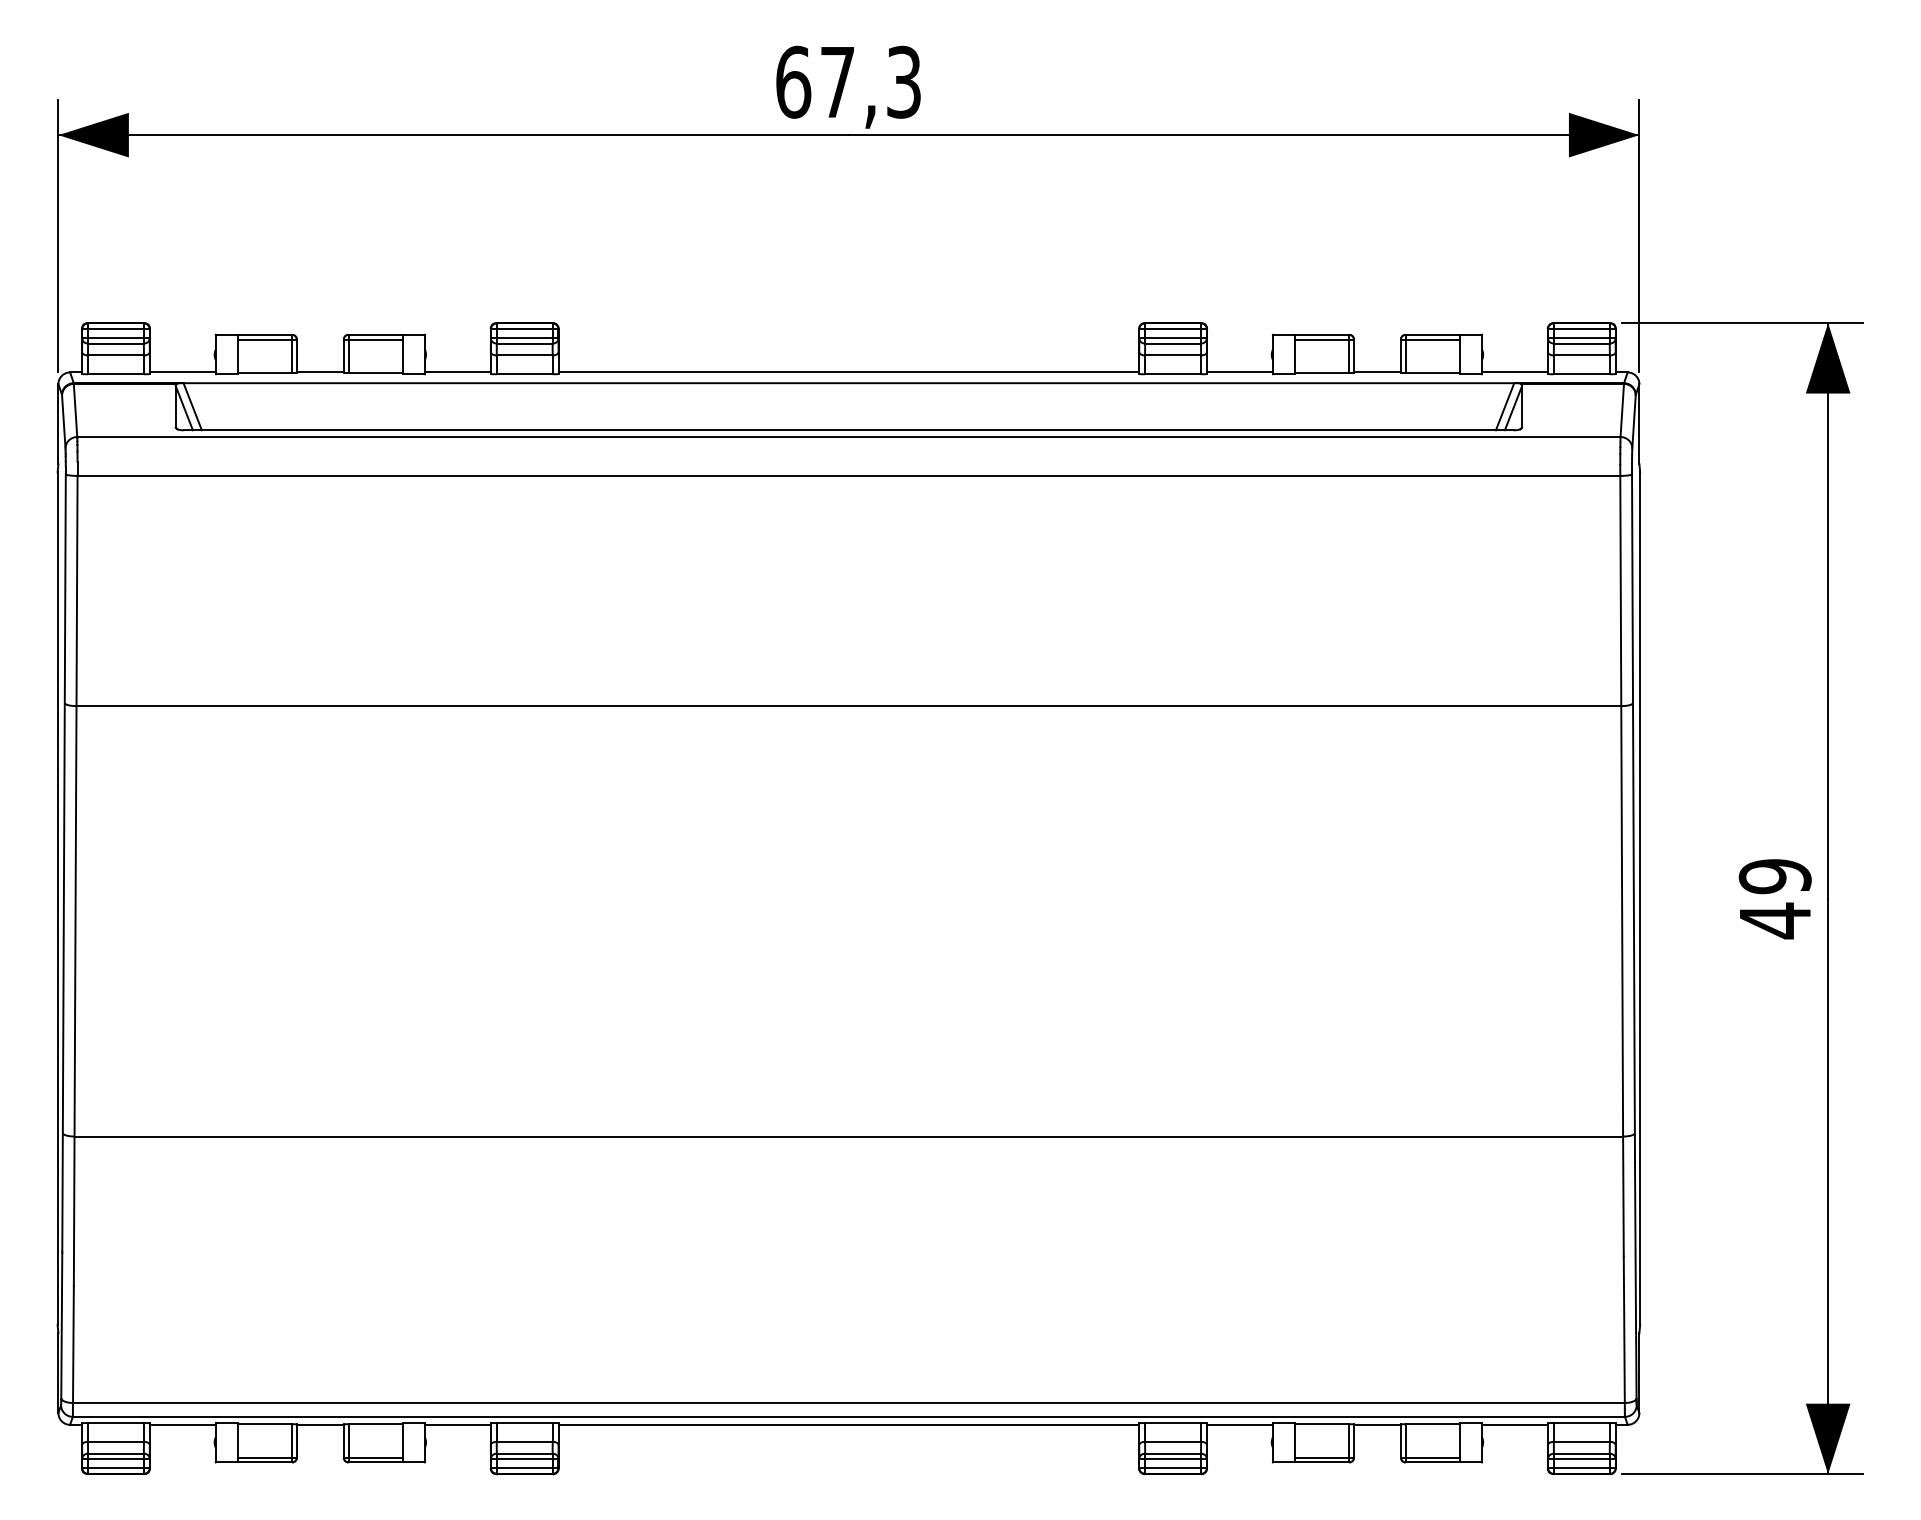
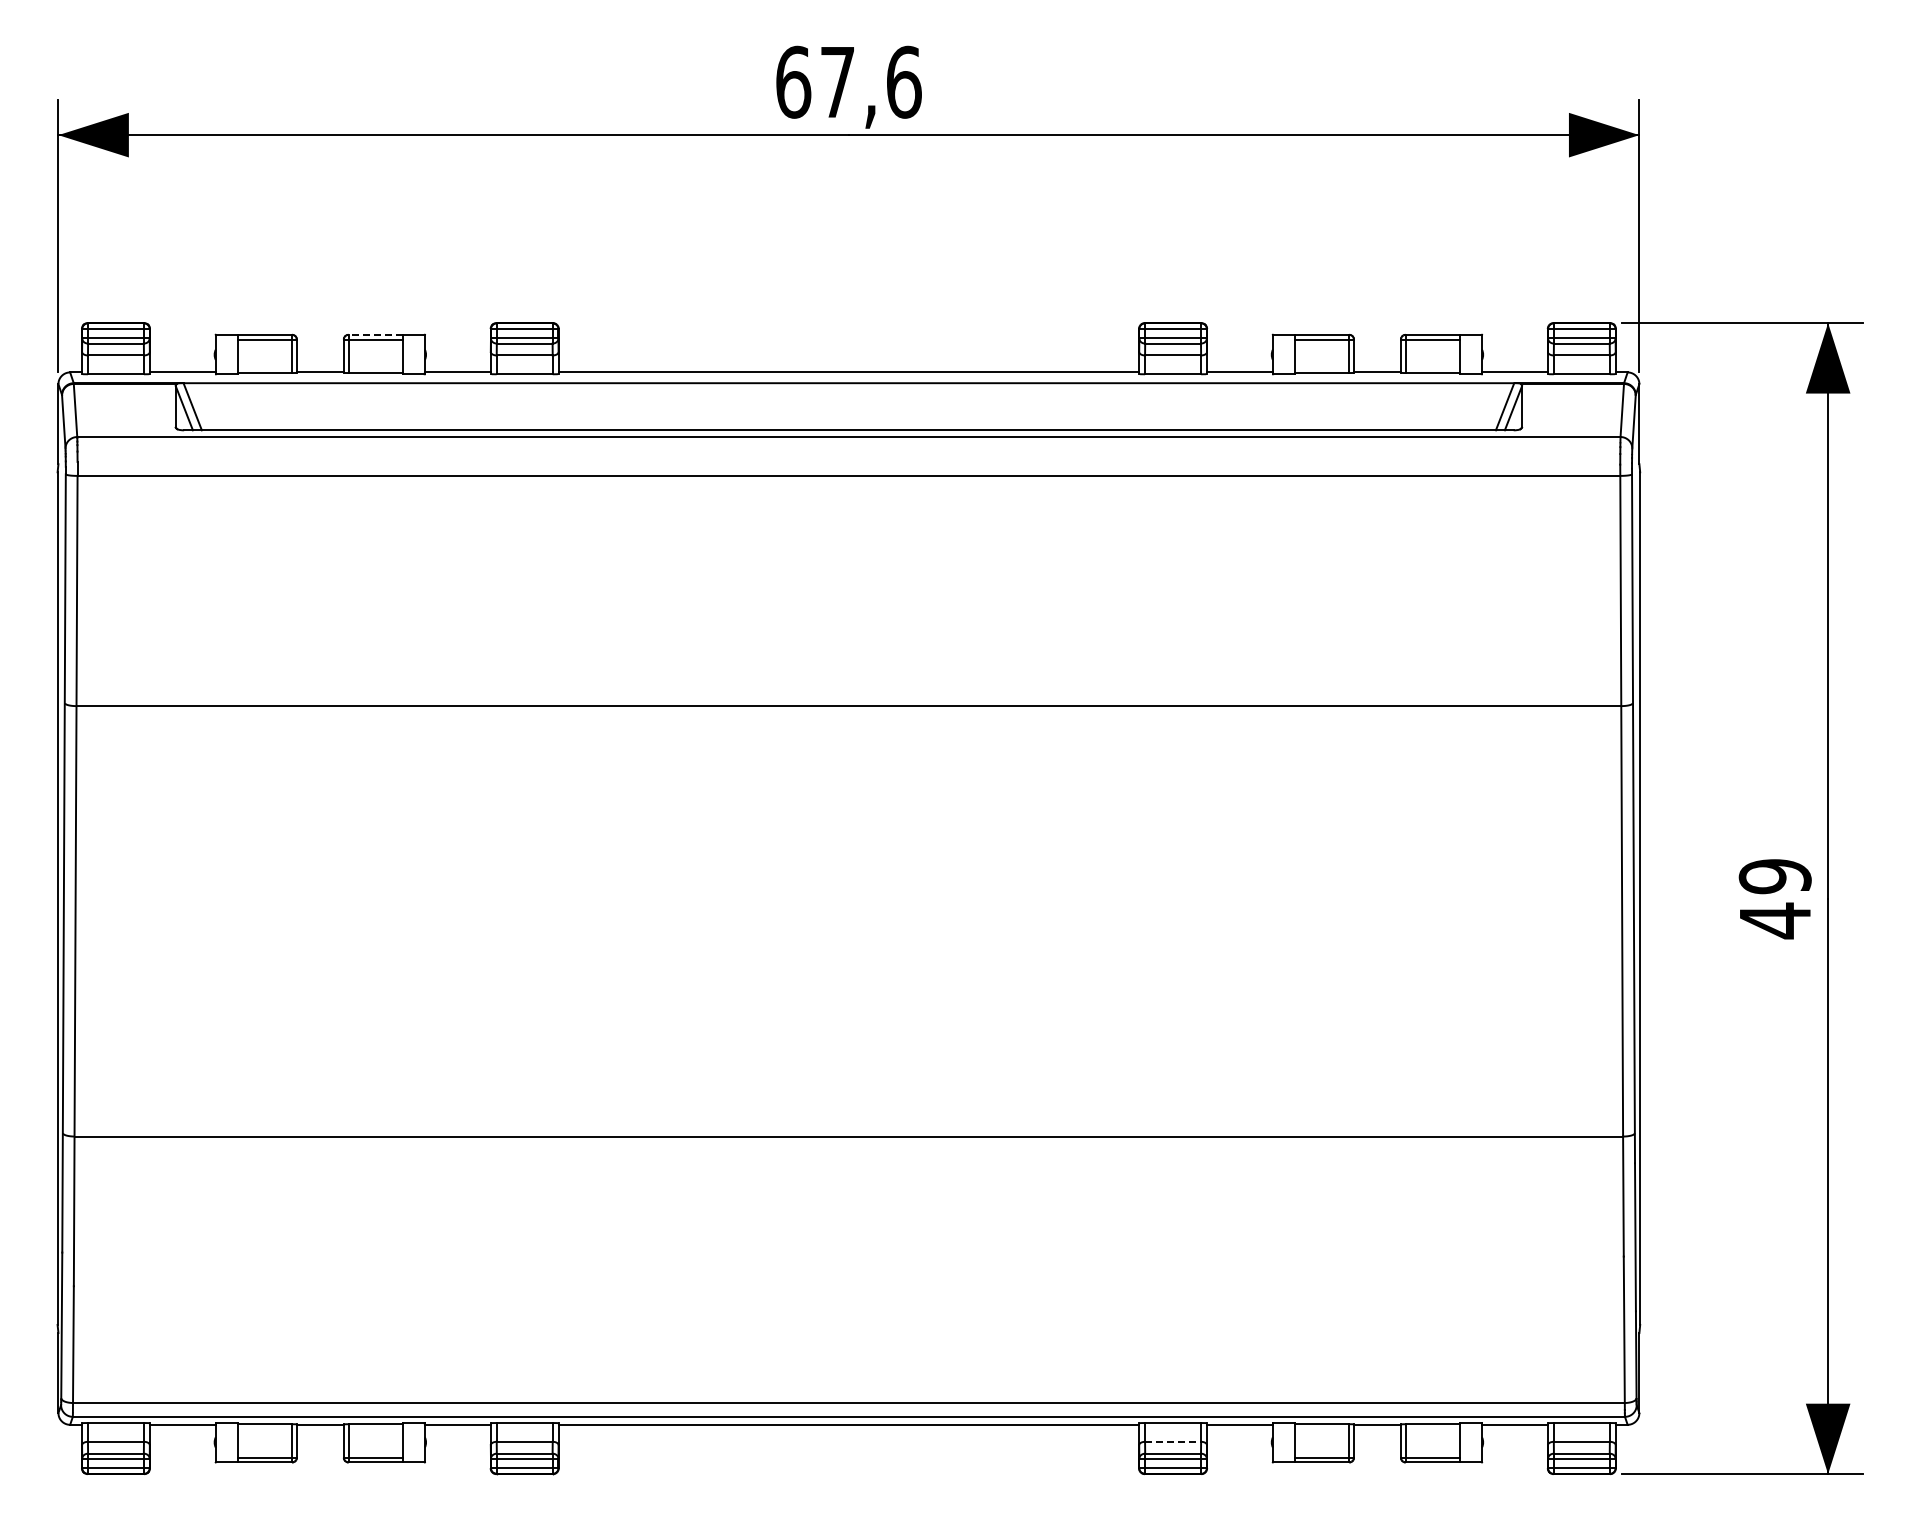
text at (904, 81): 67,3 -> 67,6
line at (375, 334): solid -> dashed
line at (1173, 1441): solid -> dashed
